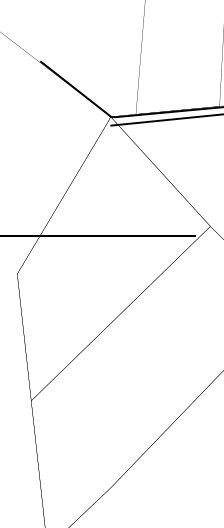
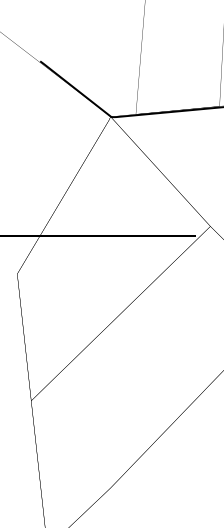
line at (165, 119): present -> none
